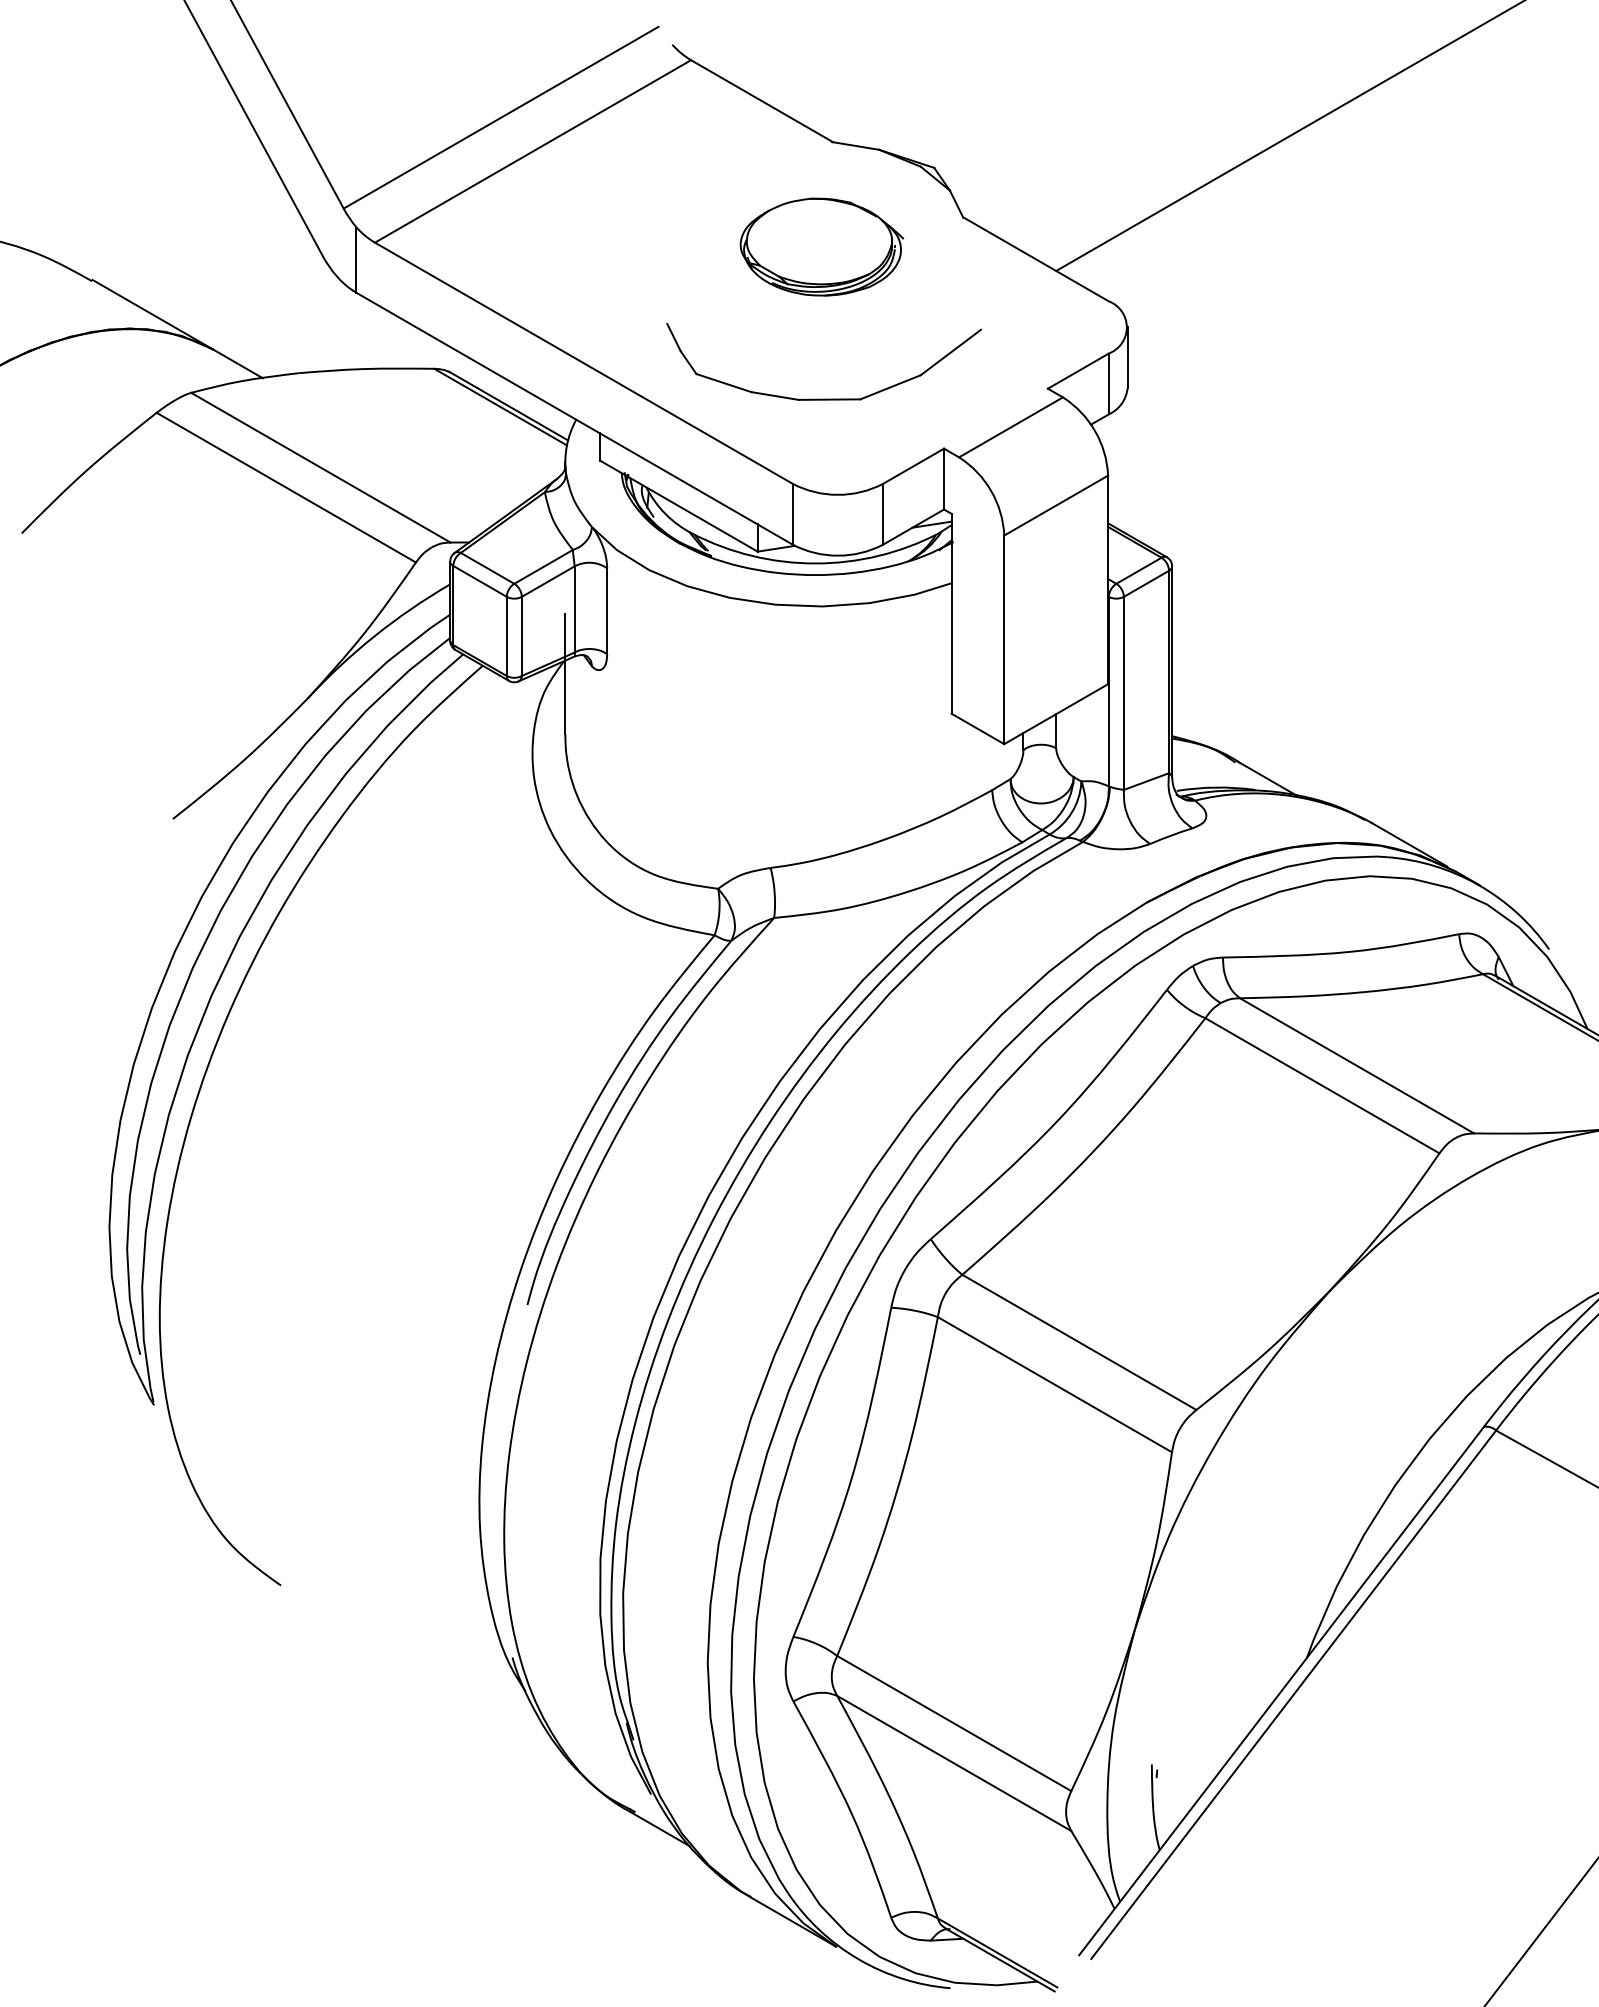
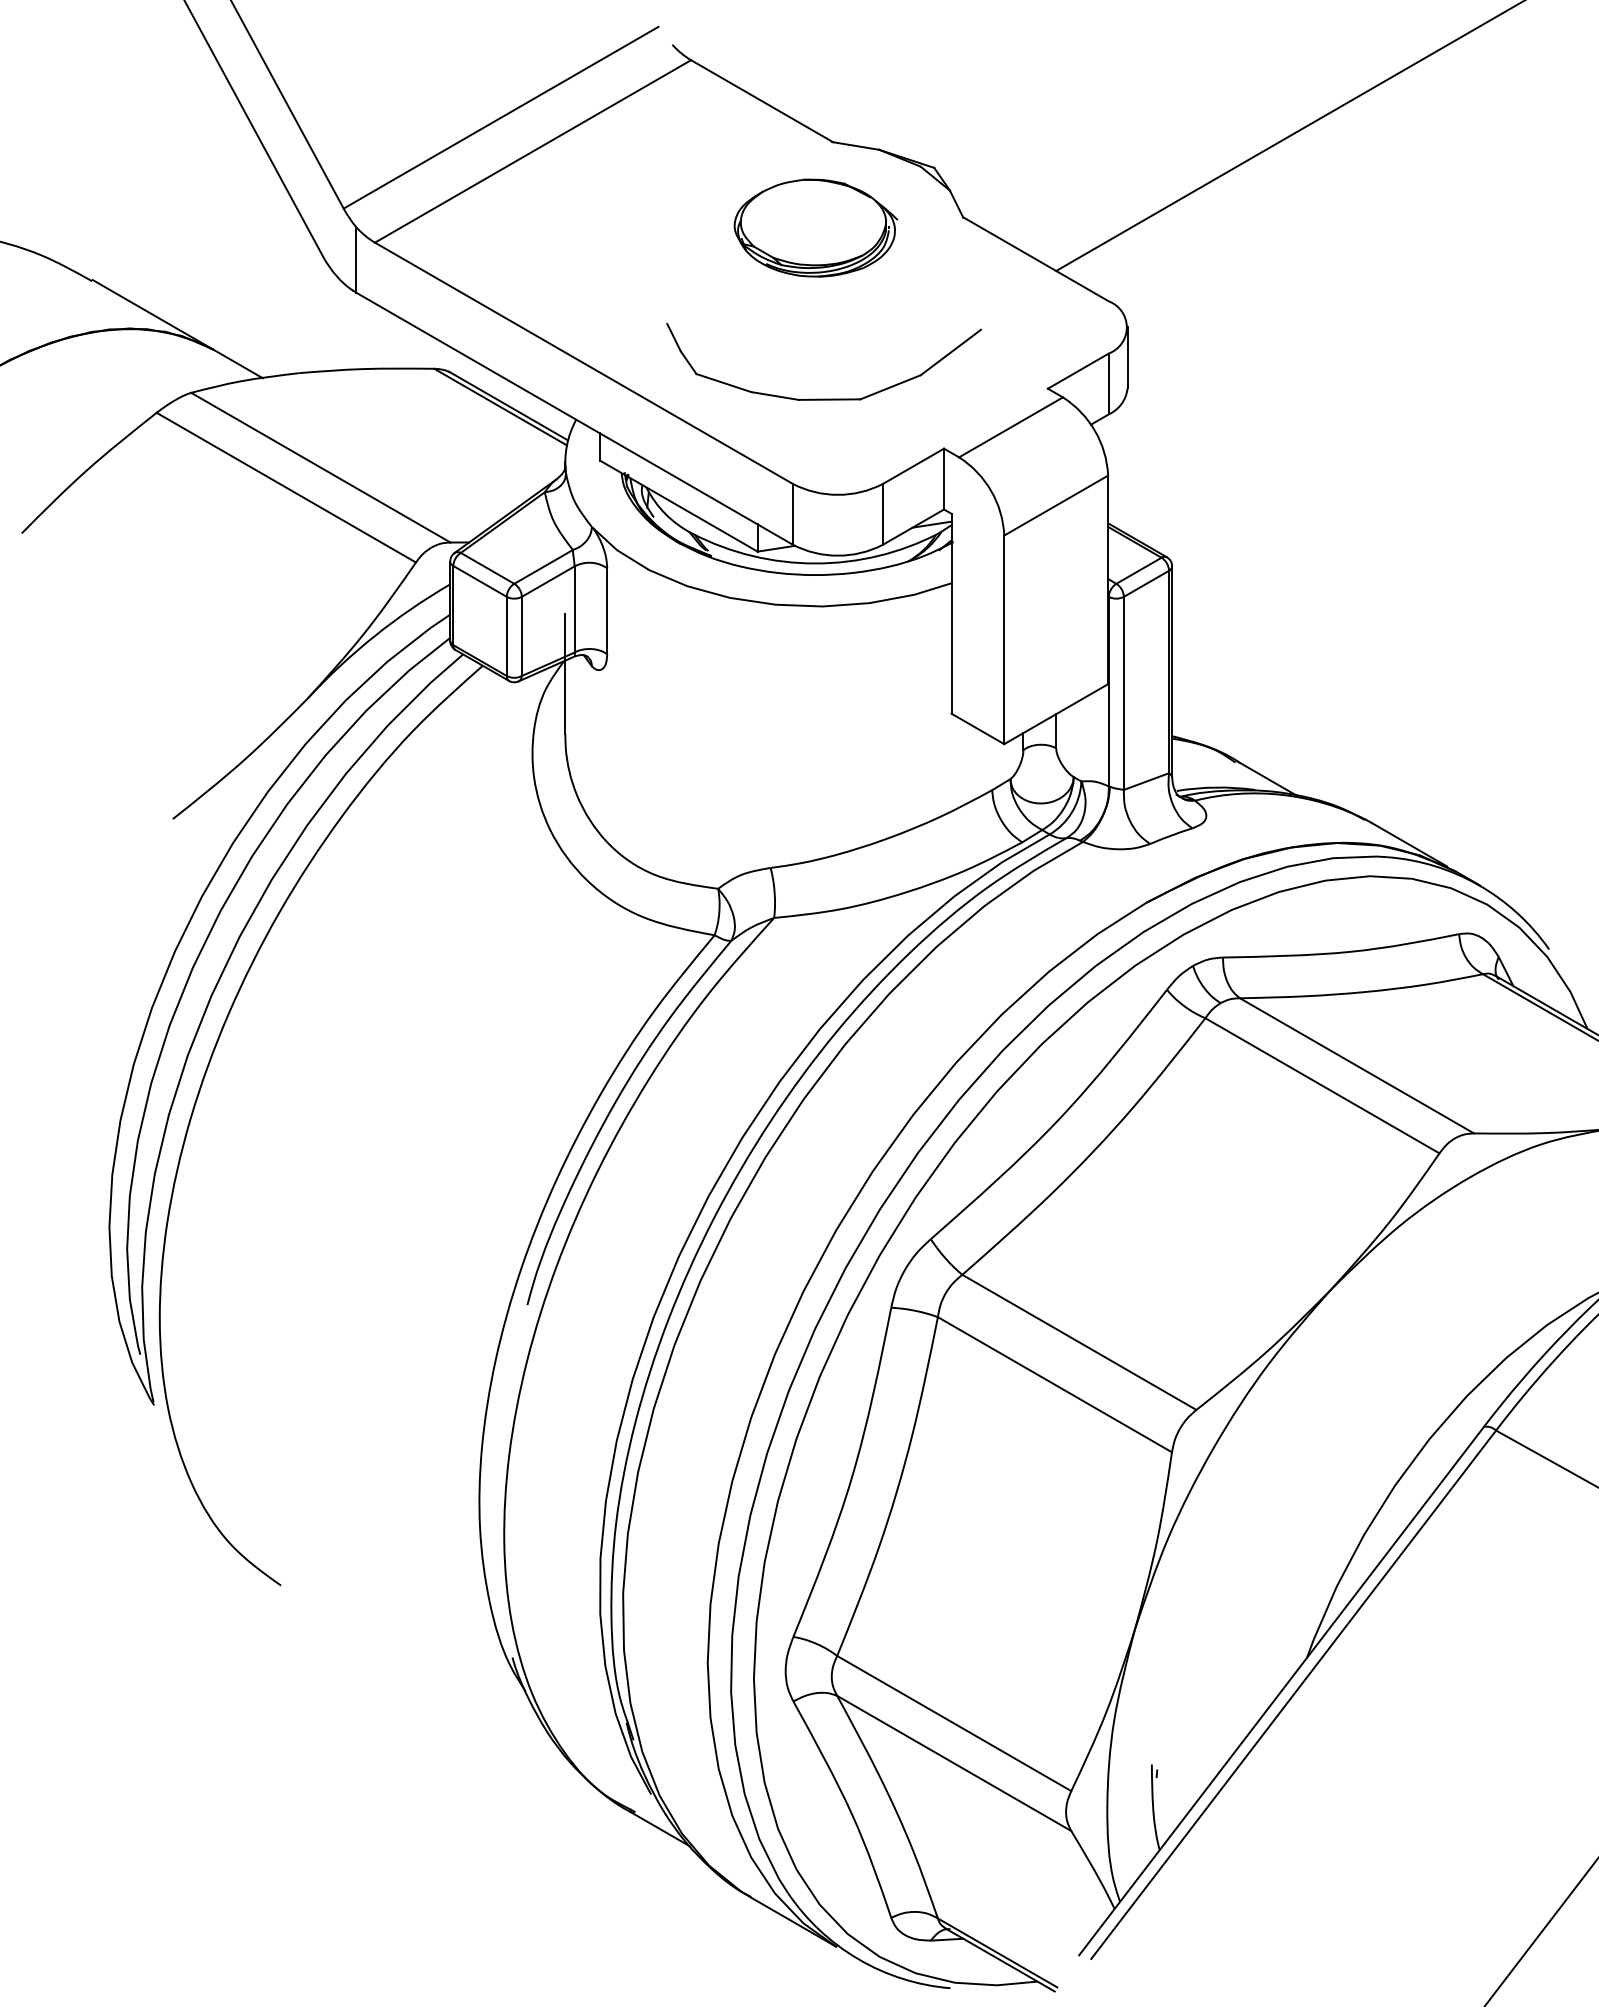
part at (821, 246) position: (821, 246) -> (815, 227)
